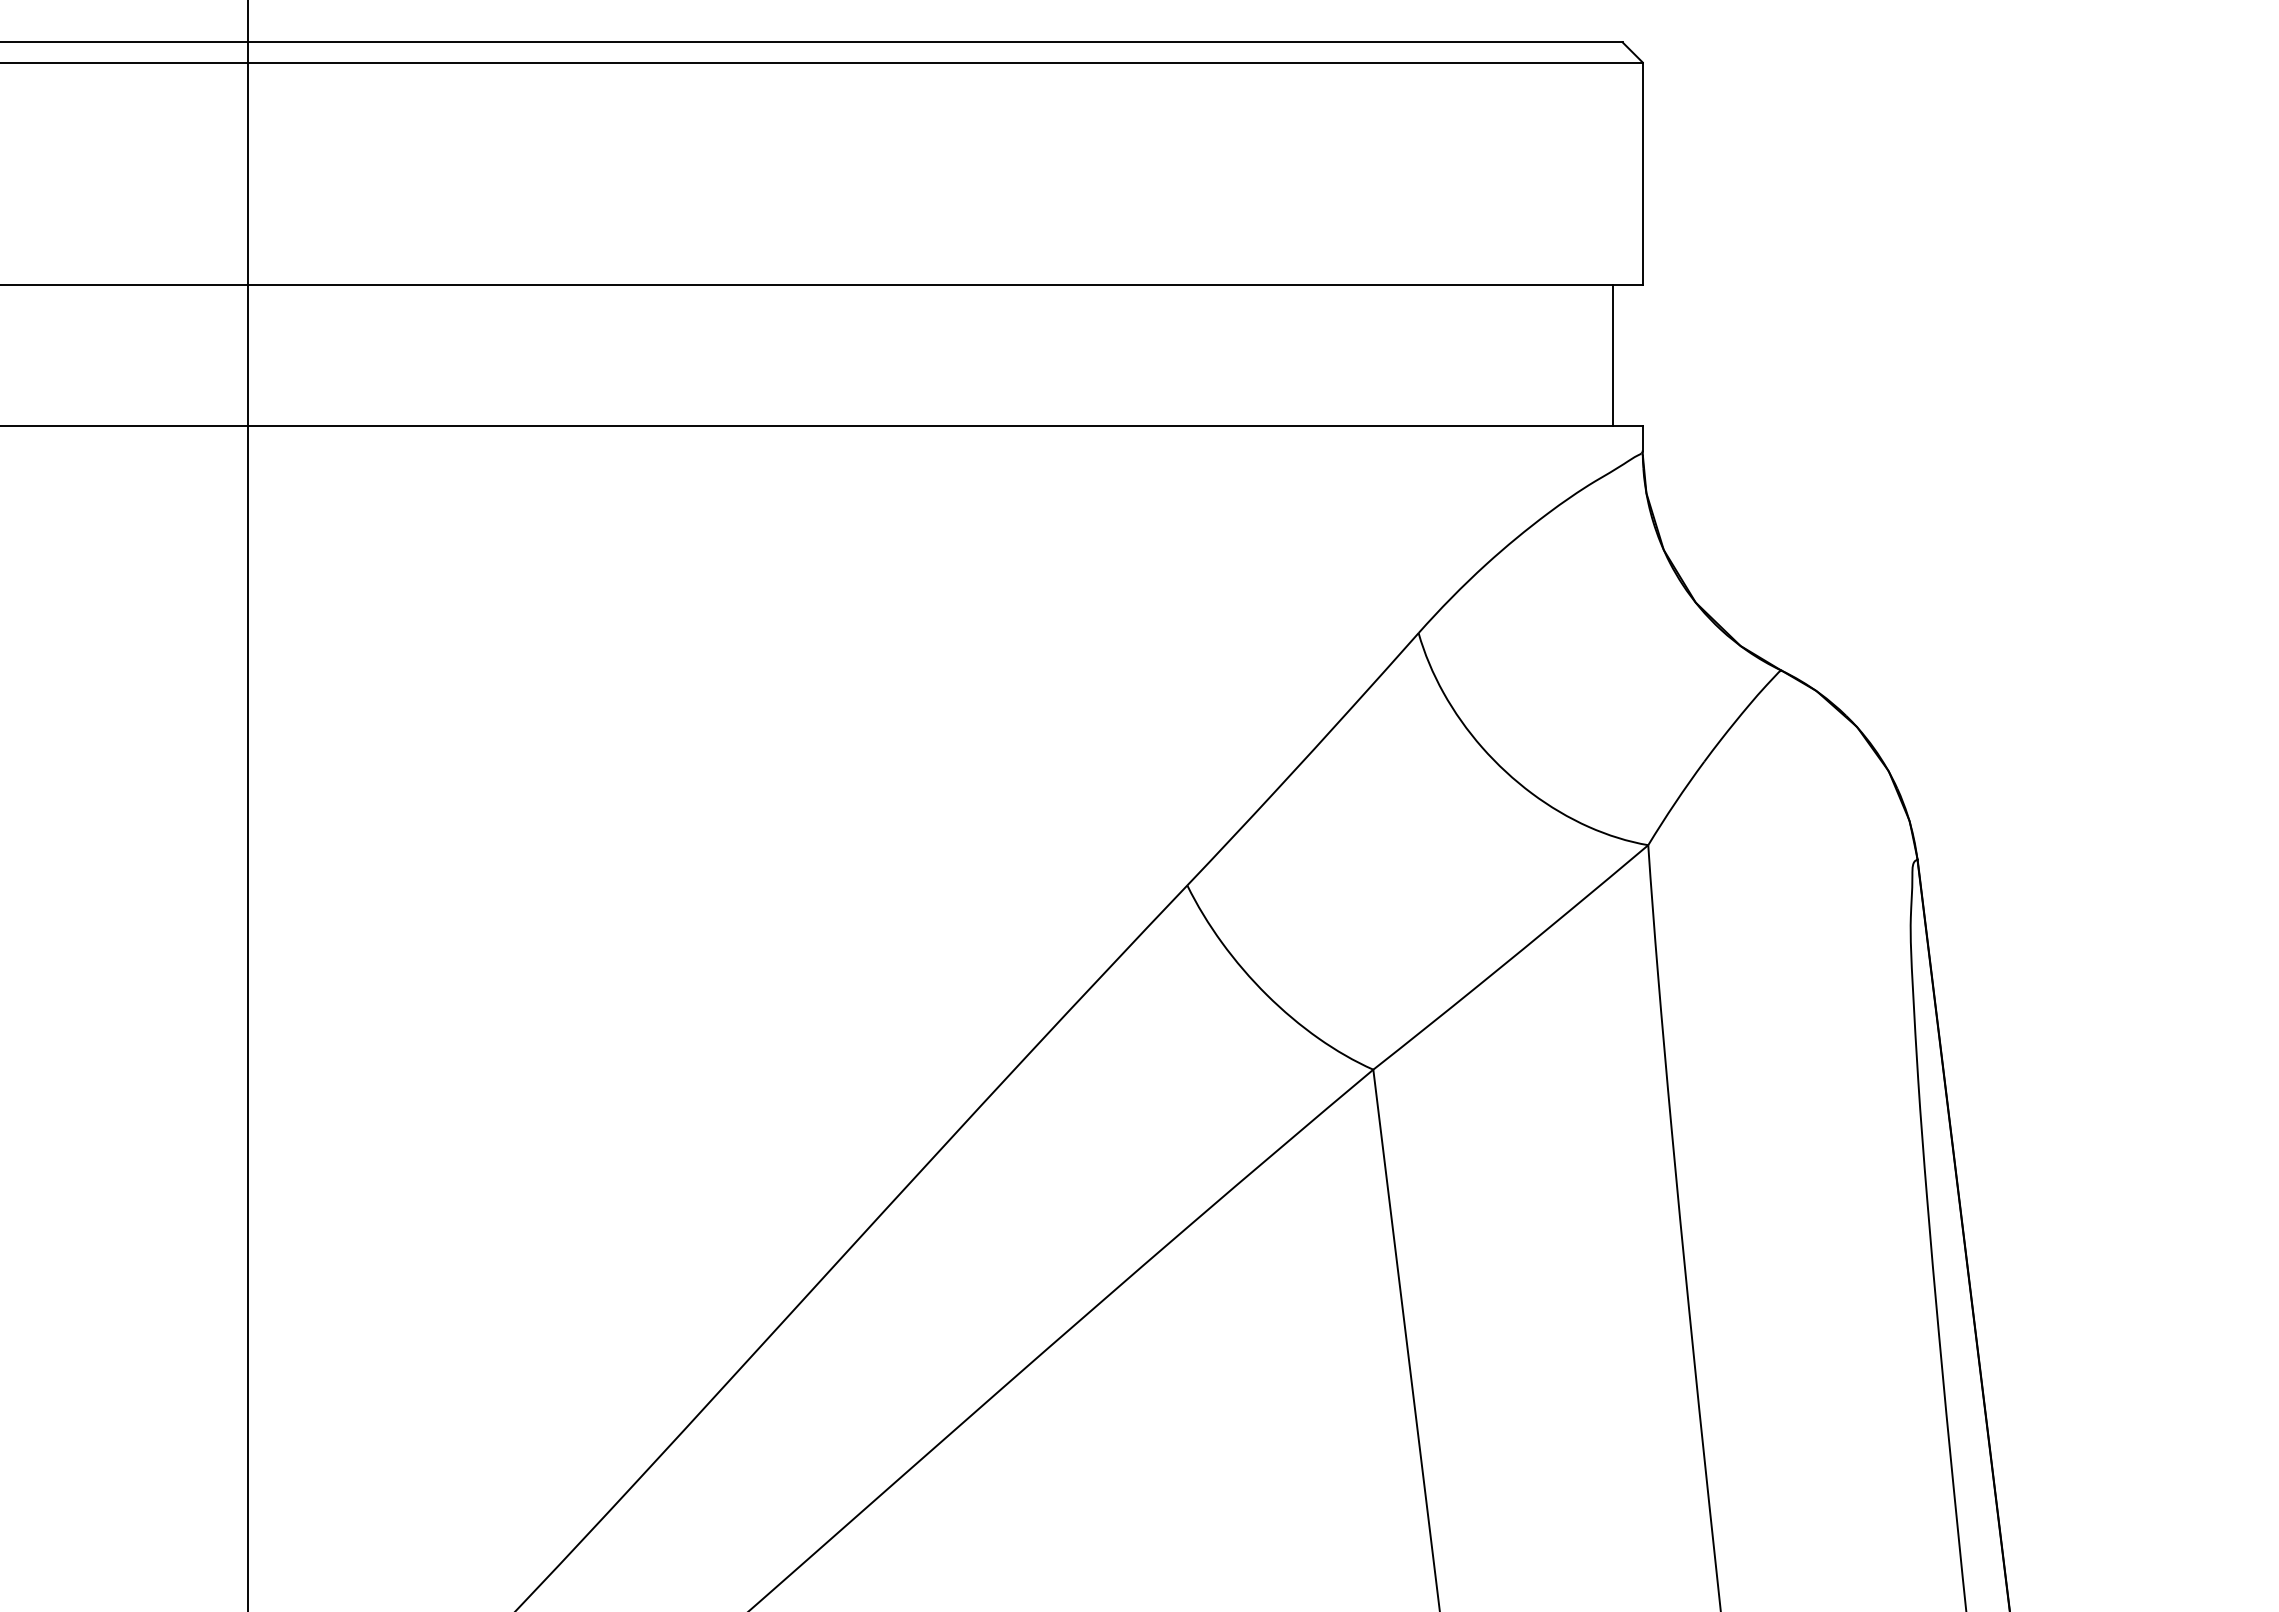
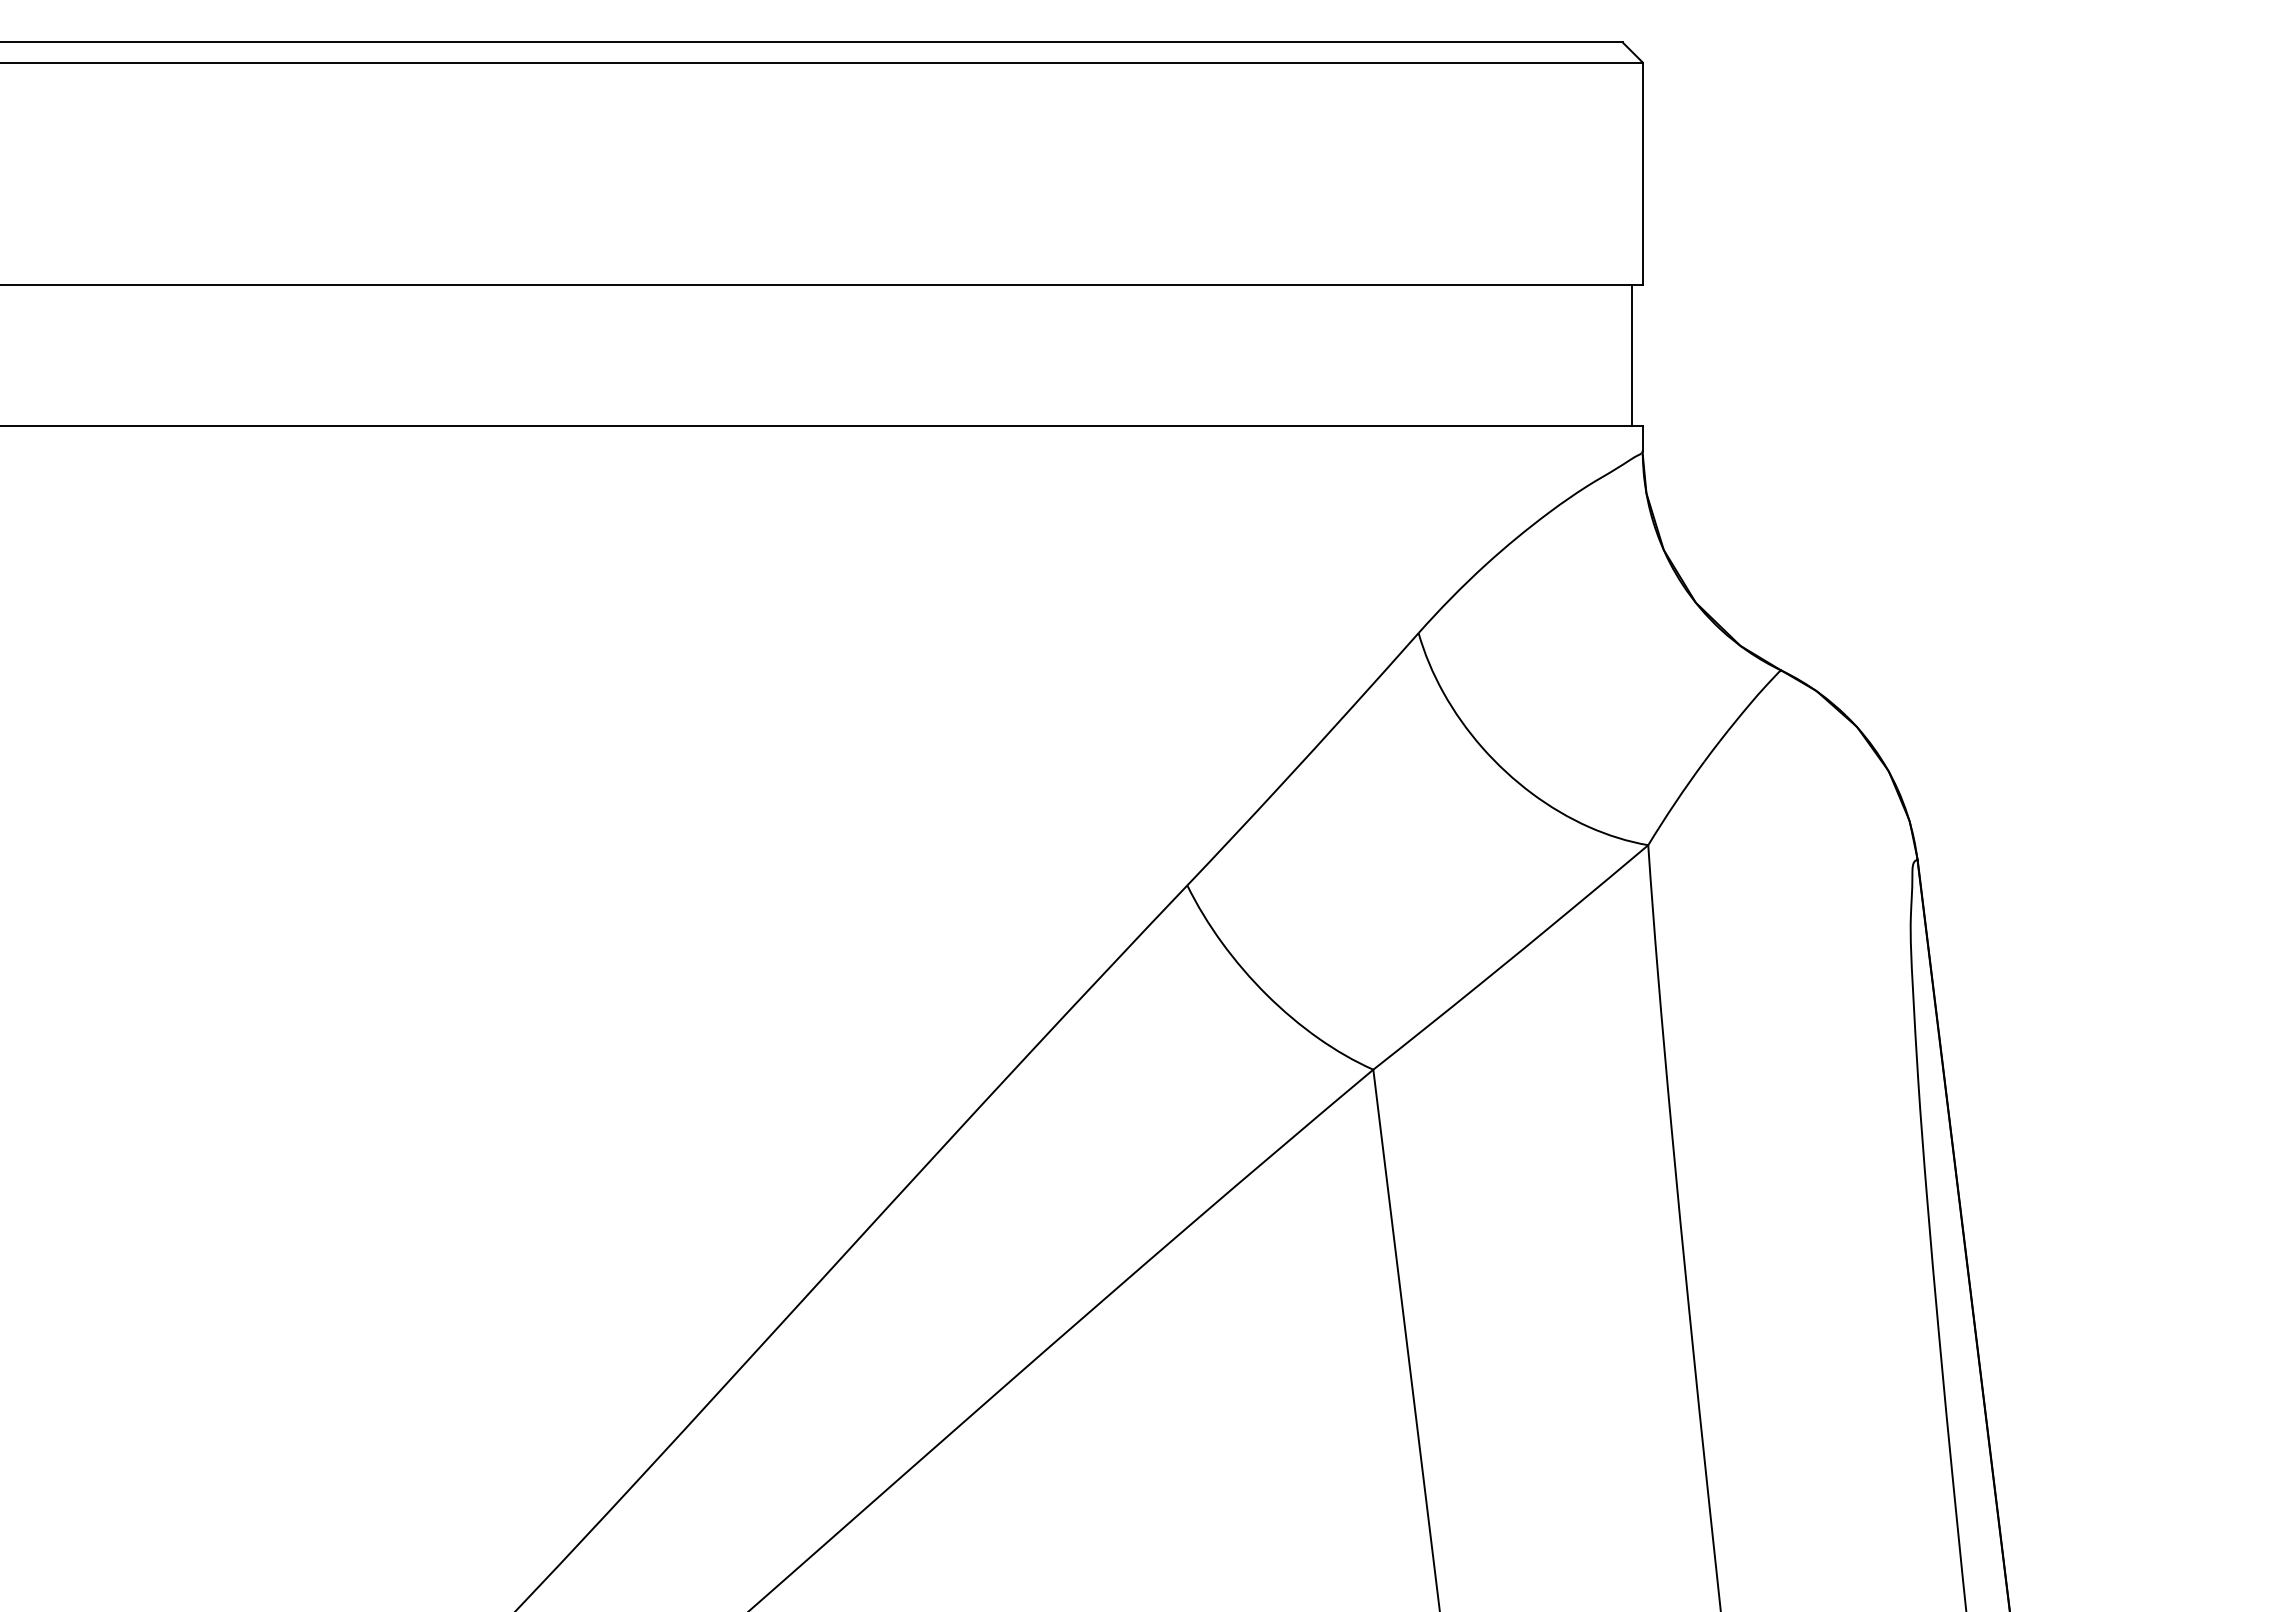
line at (1613, 355) position: (1613, 355) -> (1632, 355)
line at (247, 805): present -> none
